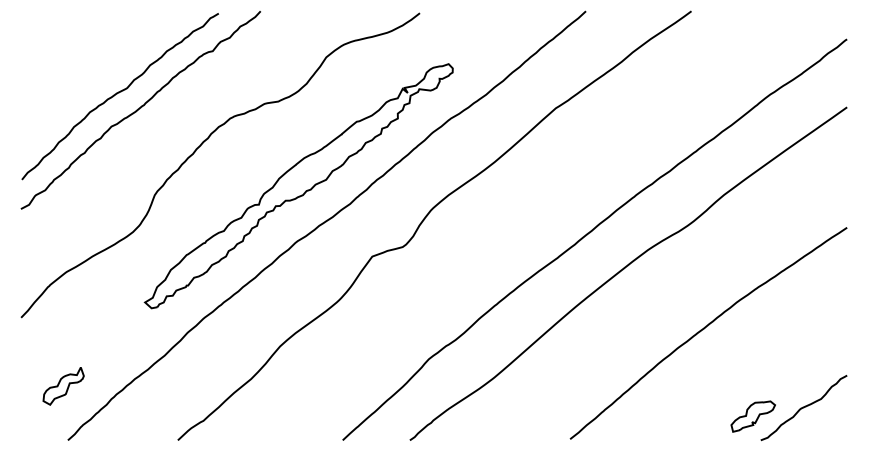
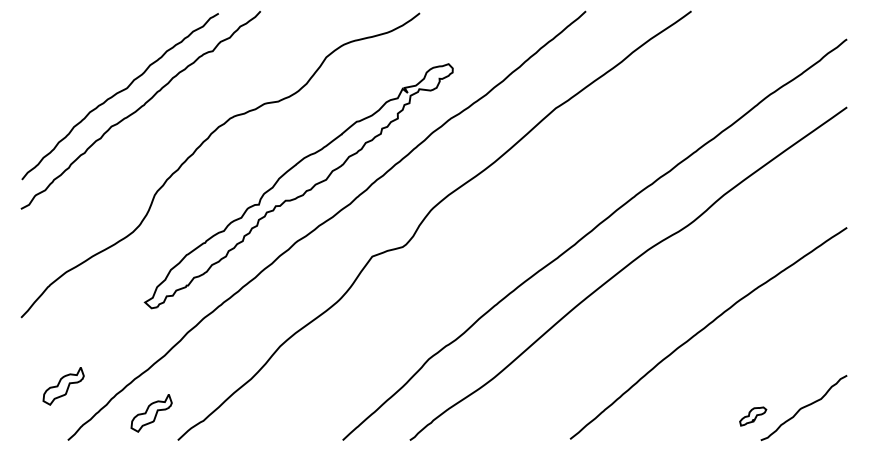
part at (151, 413): none -> present
part at (752, 416) size: 46x33 px -> 29x21 px
